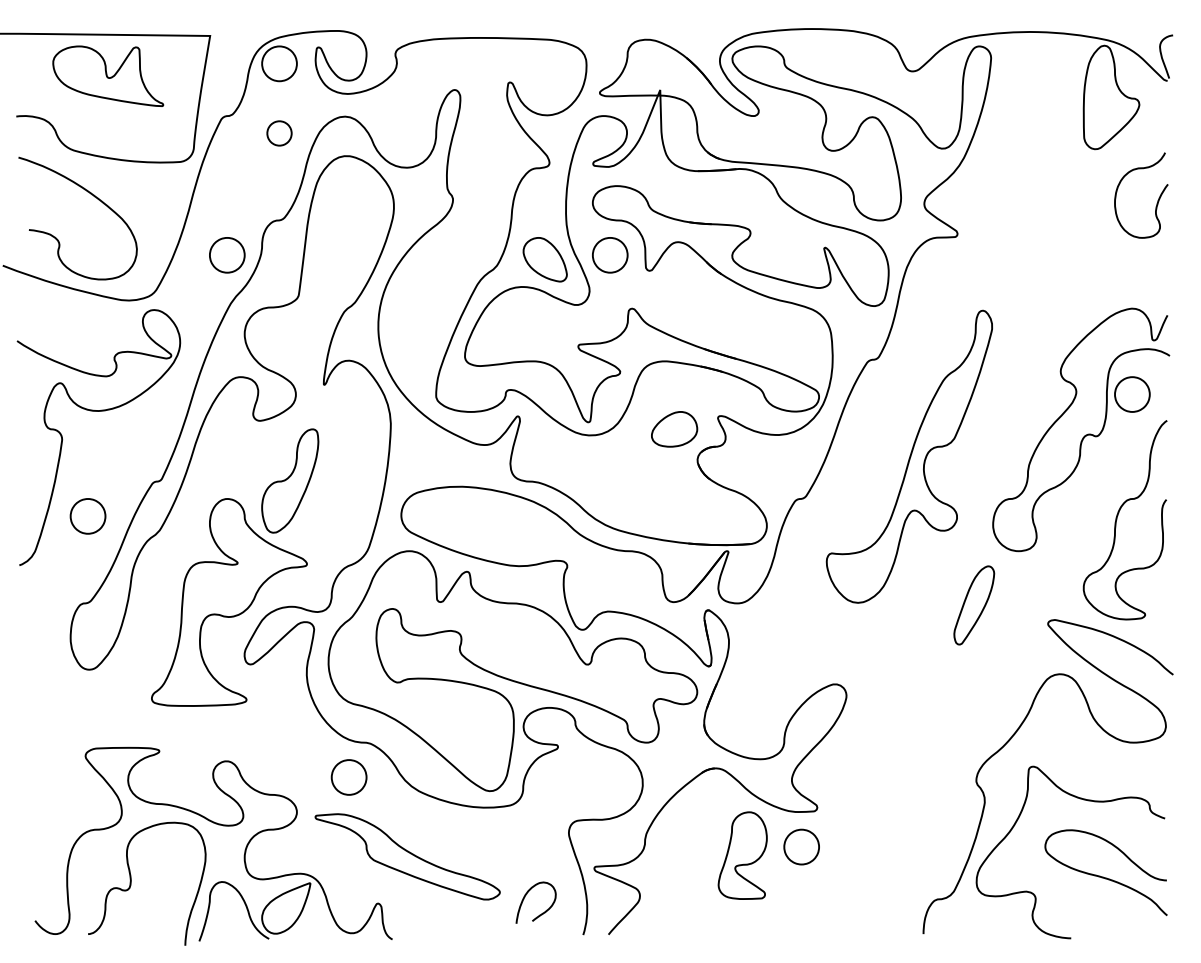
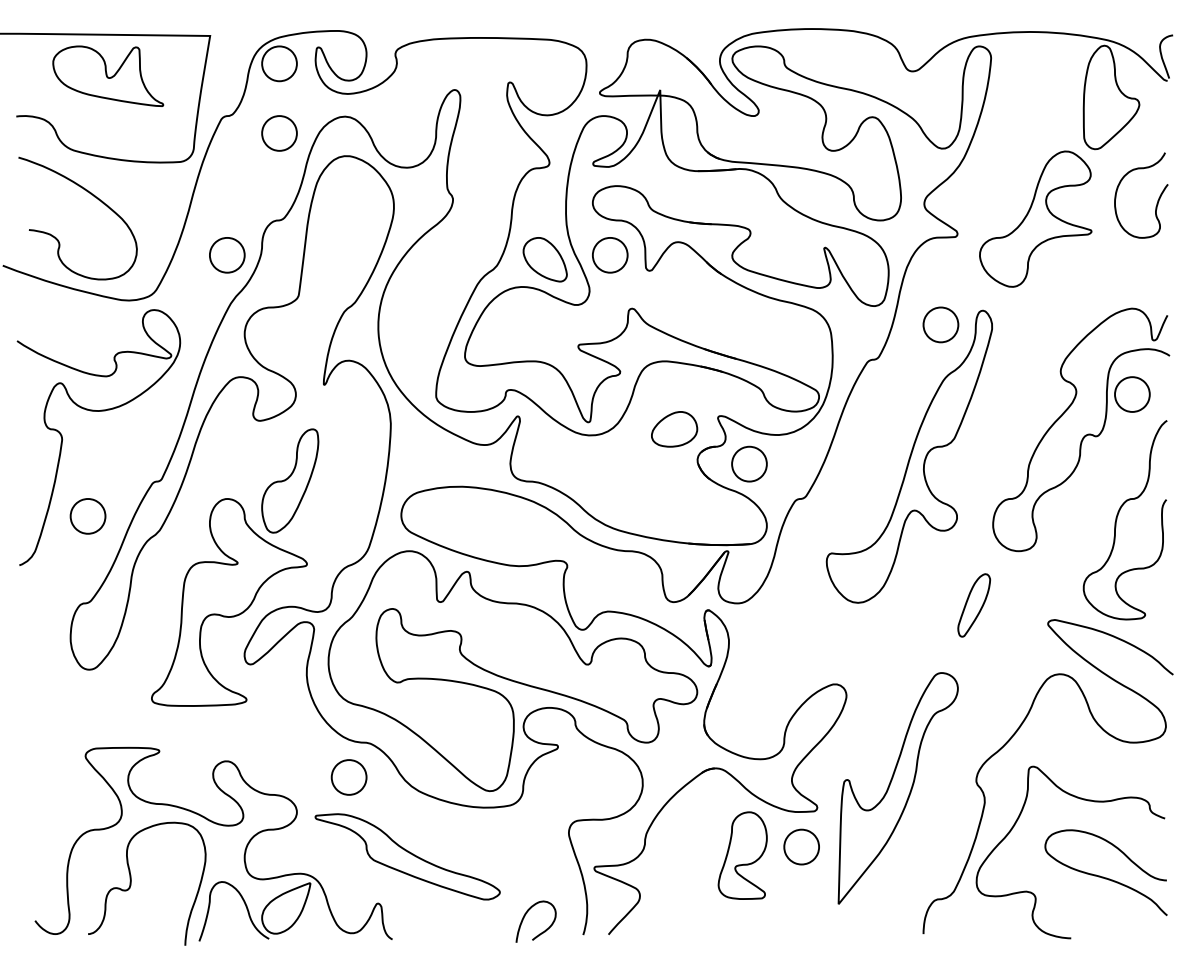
part at (279, 133) size: 27x27 px -> 37x37 px
part at (1035, 218): none -> present
part at (940, 324): none -> present
part at (749, 463): none -> present
part at (974, 605) size: 43x81 px -> 34x65 px
part at (897, 788): none -> present
curve at (525, 897) position: (525, 897) -> (525, 916)
